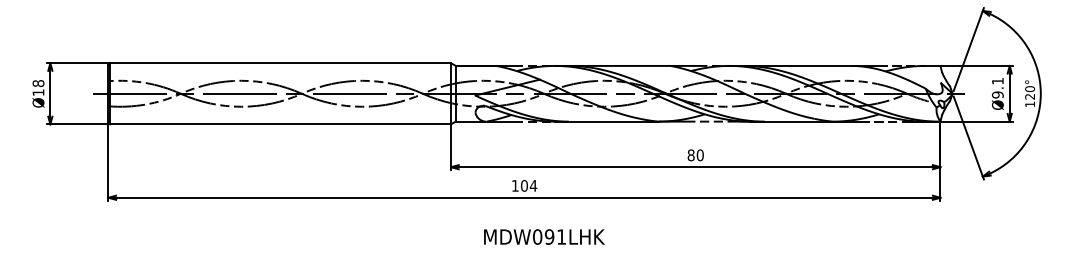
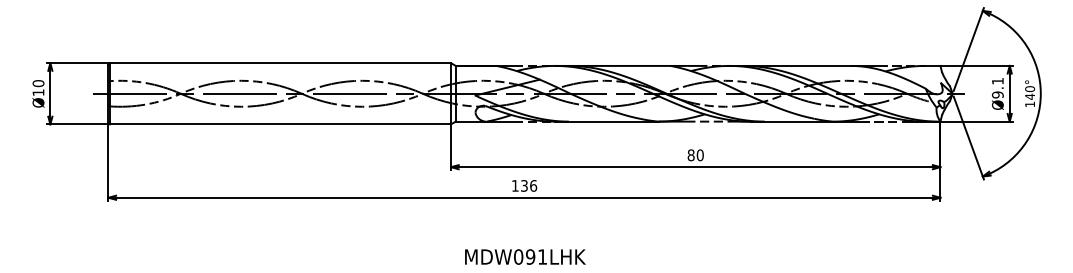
text at (38, 83): Ø18 -> Ø10
text at (1029, 96): 120° -> 140°
text at (528, 185): 104 -> 136
text at (544, 236) position: (544, 236) -> (525, 256)
